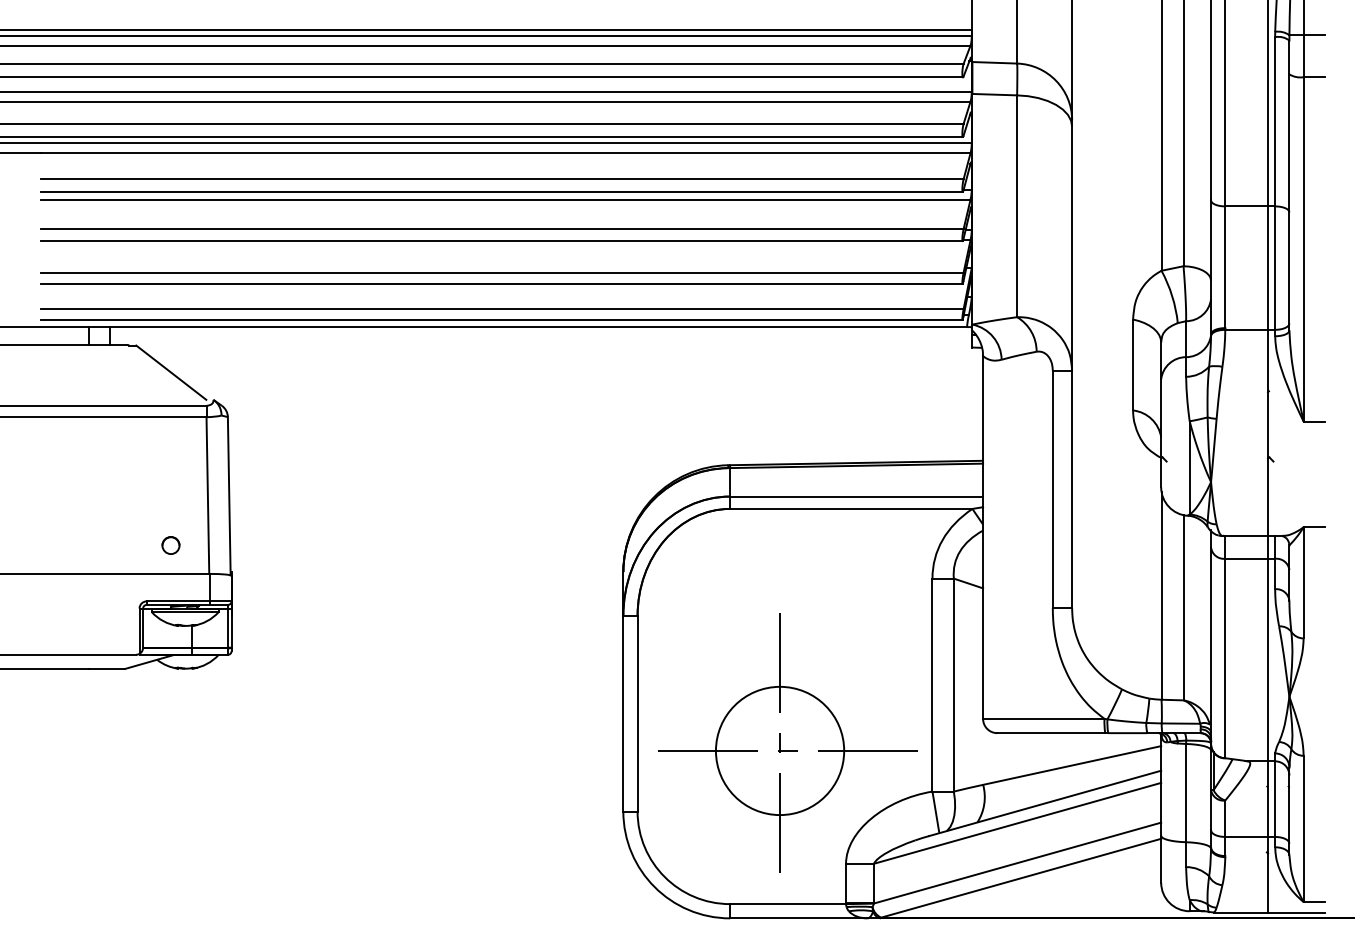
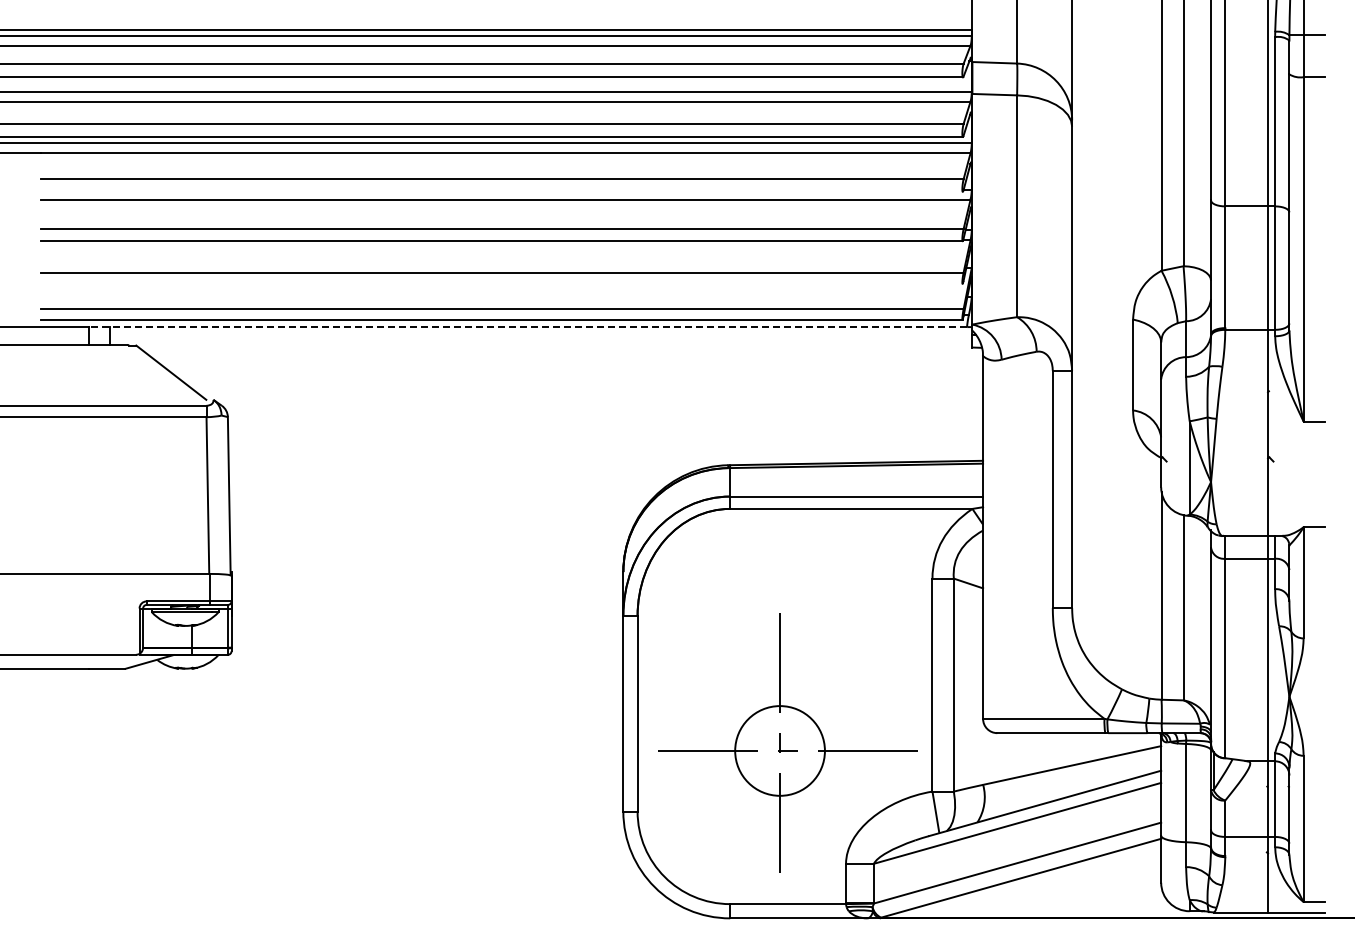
line at (501, 191): present -> none
line at (501, 283): present -> none
line at (528, 327): solid -> dashed
circle at (170, 545): present -> none
circle at (779, 750) diameter: 128 px -> 90 px
